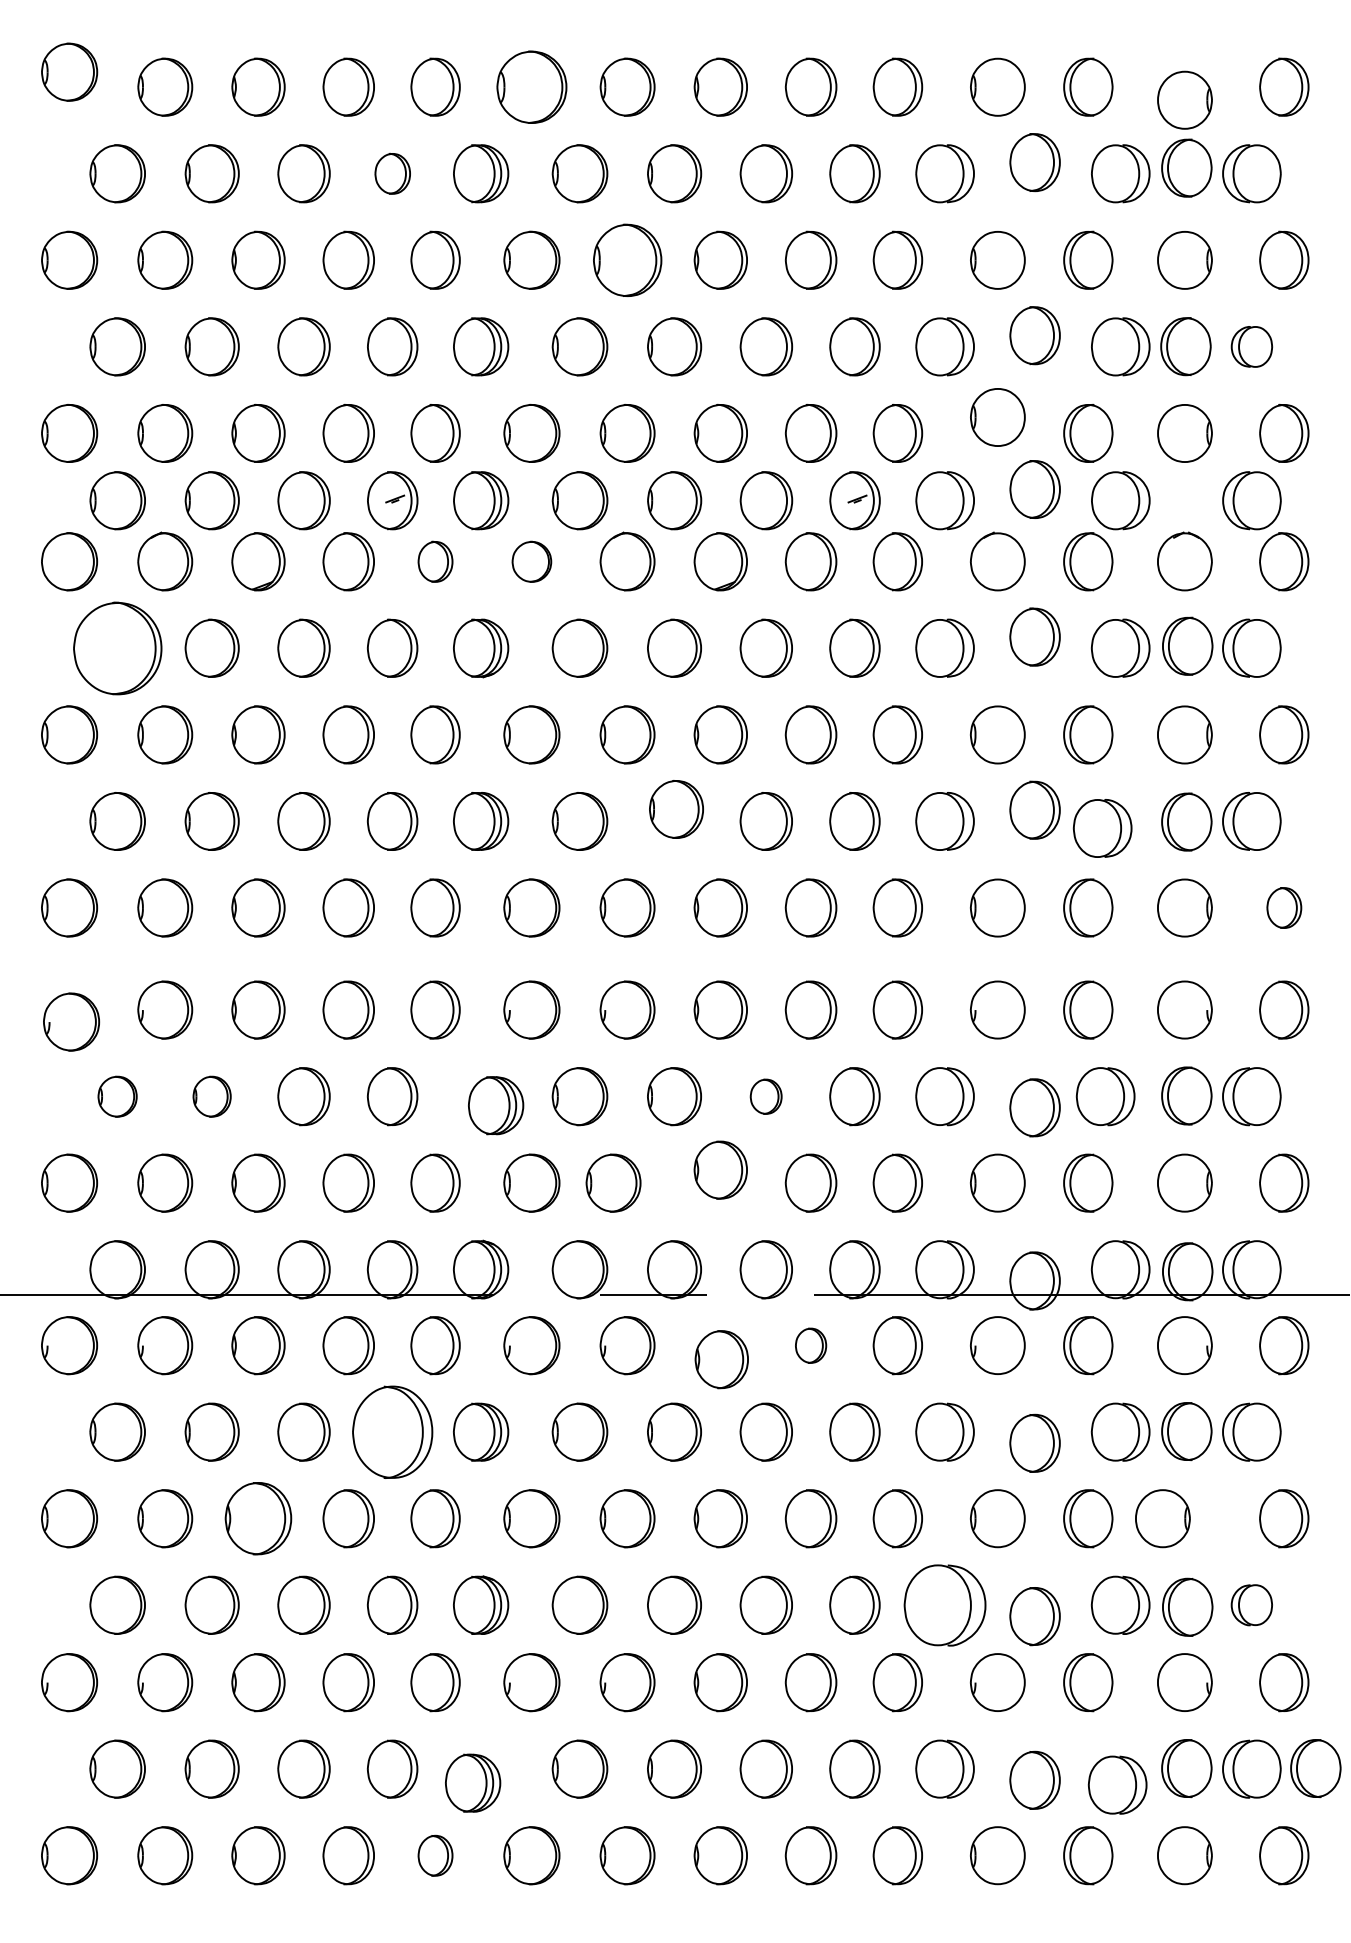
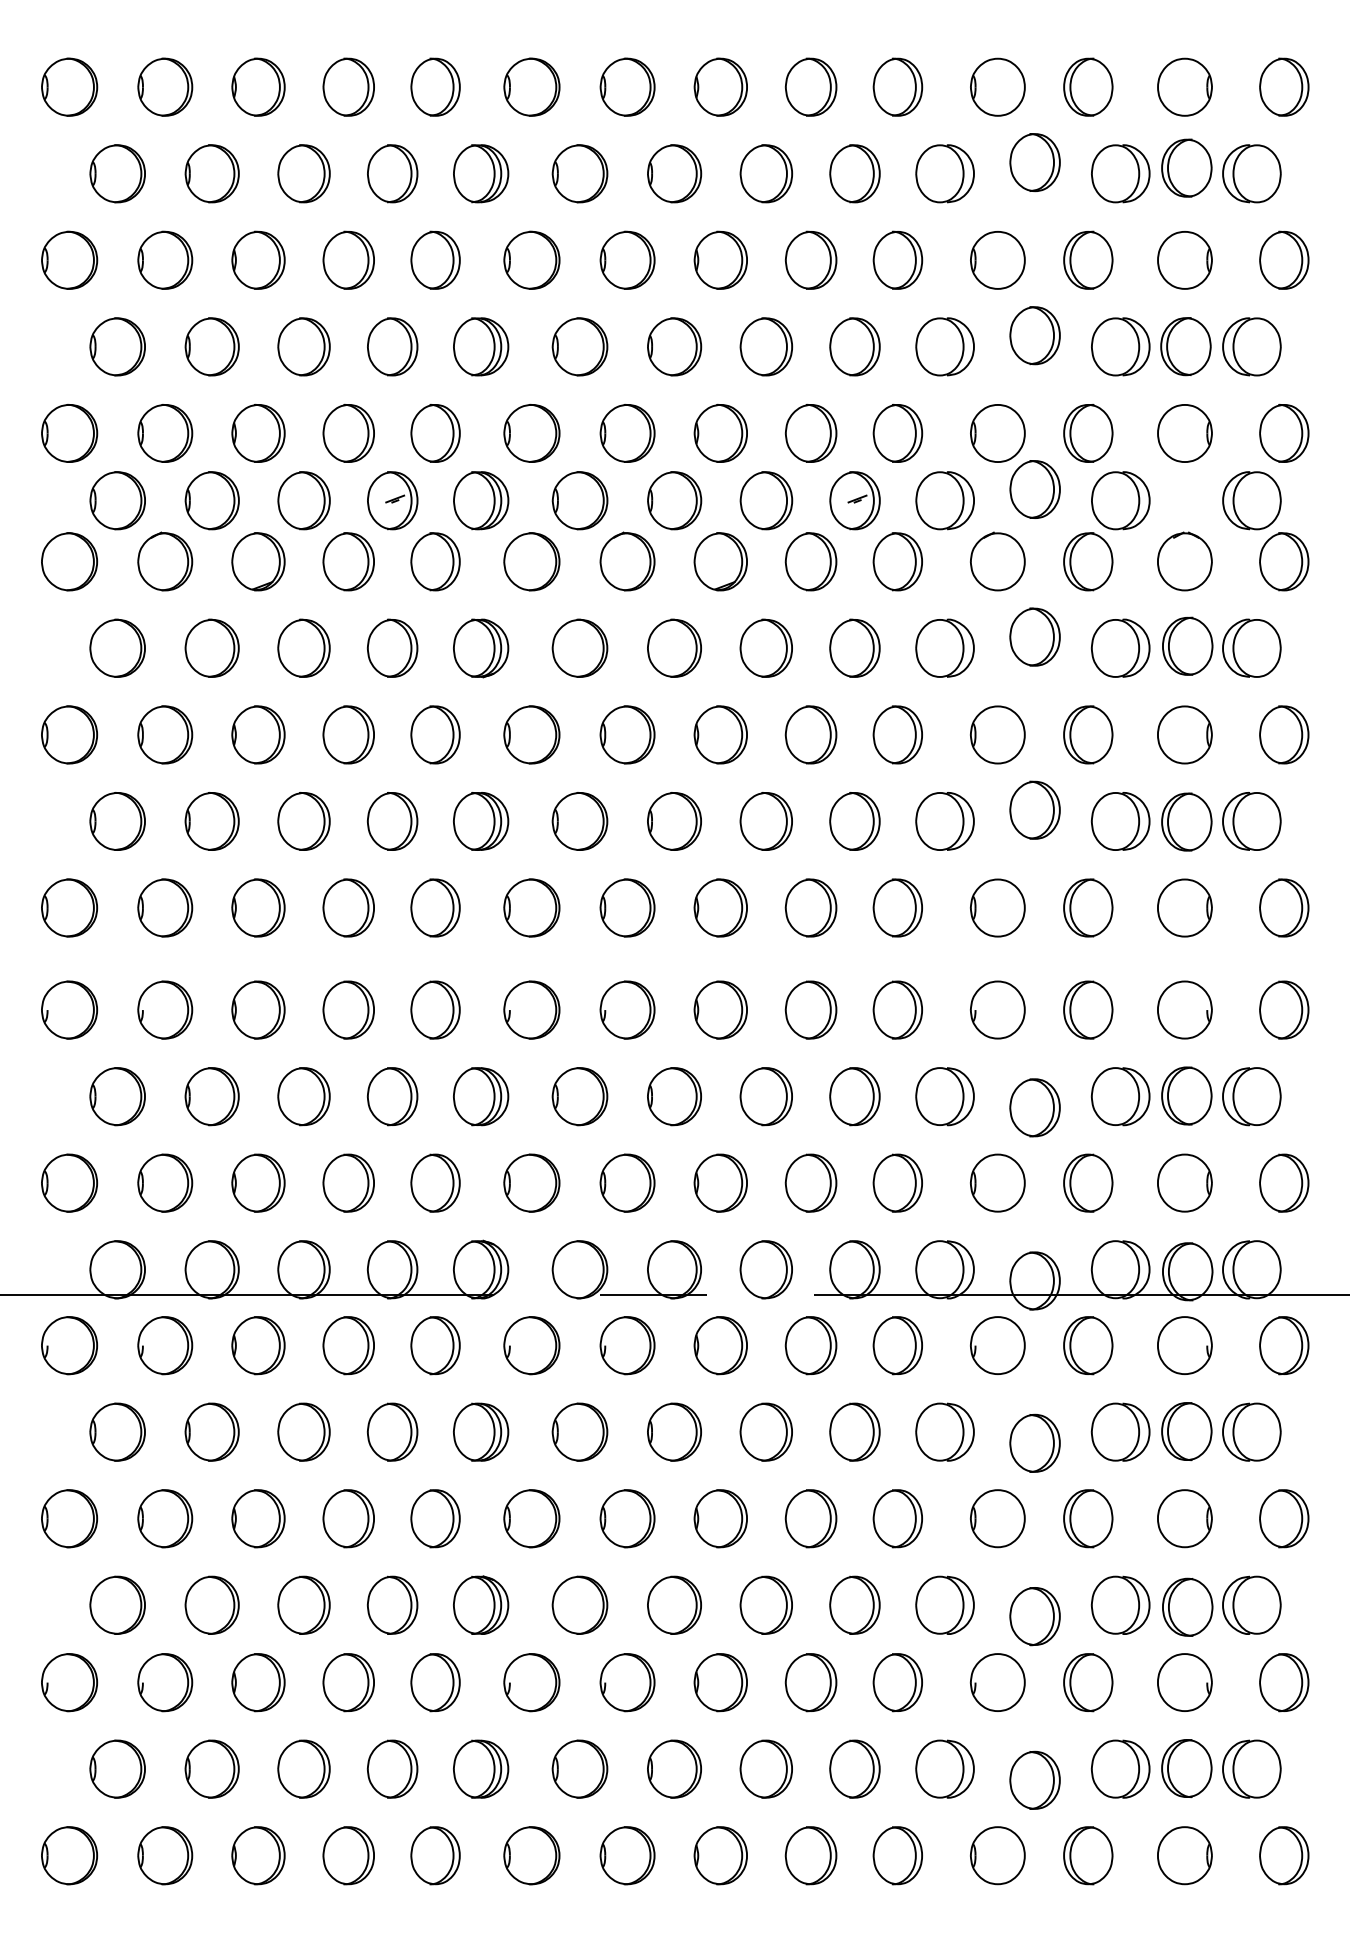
part at (69, 71) position: (69, 71) -> (69, 86)
part at (531, 86) size: 72x74 px -> 58x60 px
part at (1184, 99) position: (1184, 99) -> (1184, 86)
part at (392, 173) size: 37x43 px -> 52x60 px
part at (627, 259) size: 70x74 px -> 57x60 px
part at (1251, 346) size: 44x42 px -> 60x60 px
part at (997, 417) position: (997, 417) -> (997, 433)
part at (435, 561) size: 37x43 px -> 51x60 px
part at (531, 561) size: 42x43 px -> 58x60 px
part at (117, 648) size: 90x95 px -> 57x60 px
part at (676, 809) position: (676, 809) -> (674, 821)
part at (1102, 828) position: (1102, 828) -> (1120, 821)
part at (1284, 907) size: 37x42 px -> 51x60 px
part at (71, 1021) position: (71, 1021) -> (69, 1009)
part at (117, 1096) size: 41x43 px -> 57x60 px
part at (211, 1096) size: 40x43 px -> 56x60 px
part at (765, 1096) size: 34x37 px -> 54x60 px
part at (1105, 1096) position: (1105, 1096) -> (1120, 1096)
part at (496, 1105) position: (496, 1105) -> (481, 1096)
part at (720, 1169) position: (720, 1169) -> (720, 1182)
part at (613, 1182) position: (613, 1182) -> (627, 1182)
part at (811, 1345) size: 33x37 px -> 54x60 px
part at (721, 1359) position: (721, 1359) -> (720, 1345)
part at (392, 1431) size: 82x94 px -> 53x60 px
part at (258, 1518) size: 69x74 px -> 55x60 px
part at (1162, 1518) position: (1162, 1518) -> (1184, 1518)
part at (944, 1605) size: 84x83 px -> 60x60 px
part at (1251, 1605) size: 43x43 px -> 60x60 px
part at (1315, 1768): present -> none
part at (473, 1782) position: (473, 1782) -> (481, 1768)
part at (1117, 1784) position: (1117, 1784) -> (1120, 1768)
part at (435, 1855) size: 37x43 px -> 51x60 px
